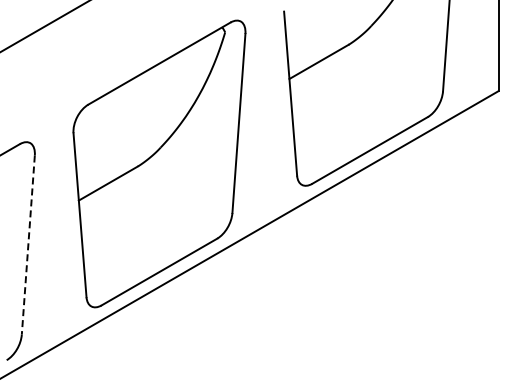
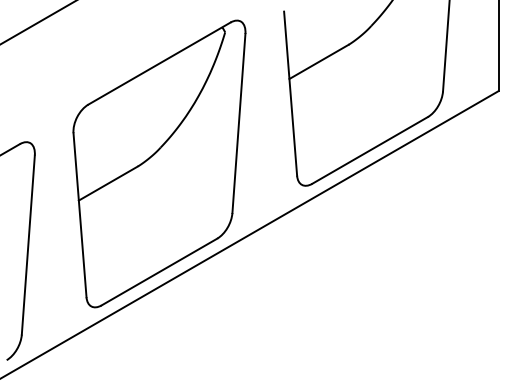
line at (44, 26) position: (44, 26) -> (37, 22)
line at (28, 245): dashed -> solid
